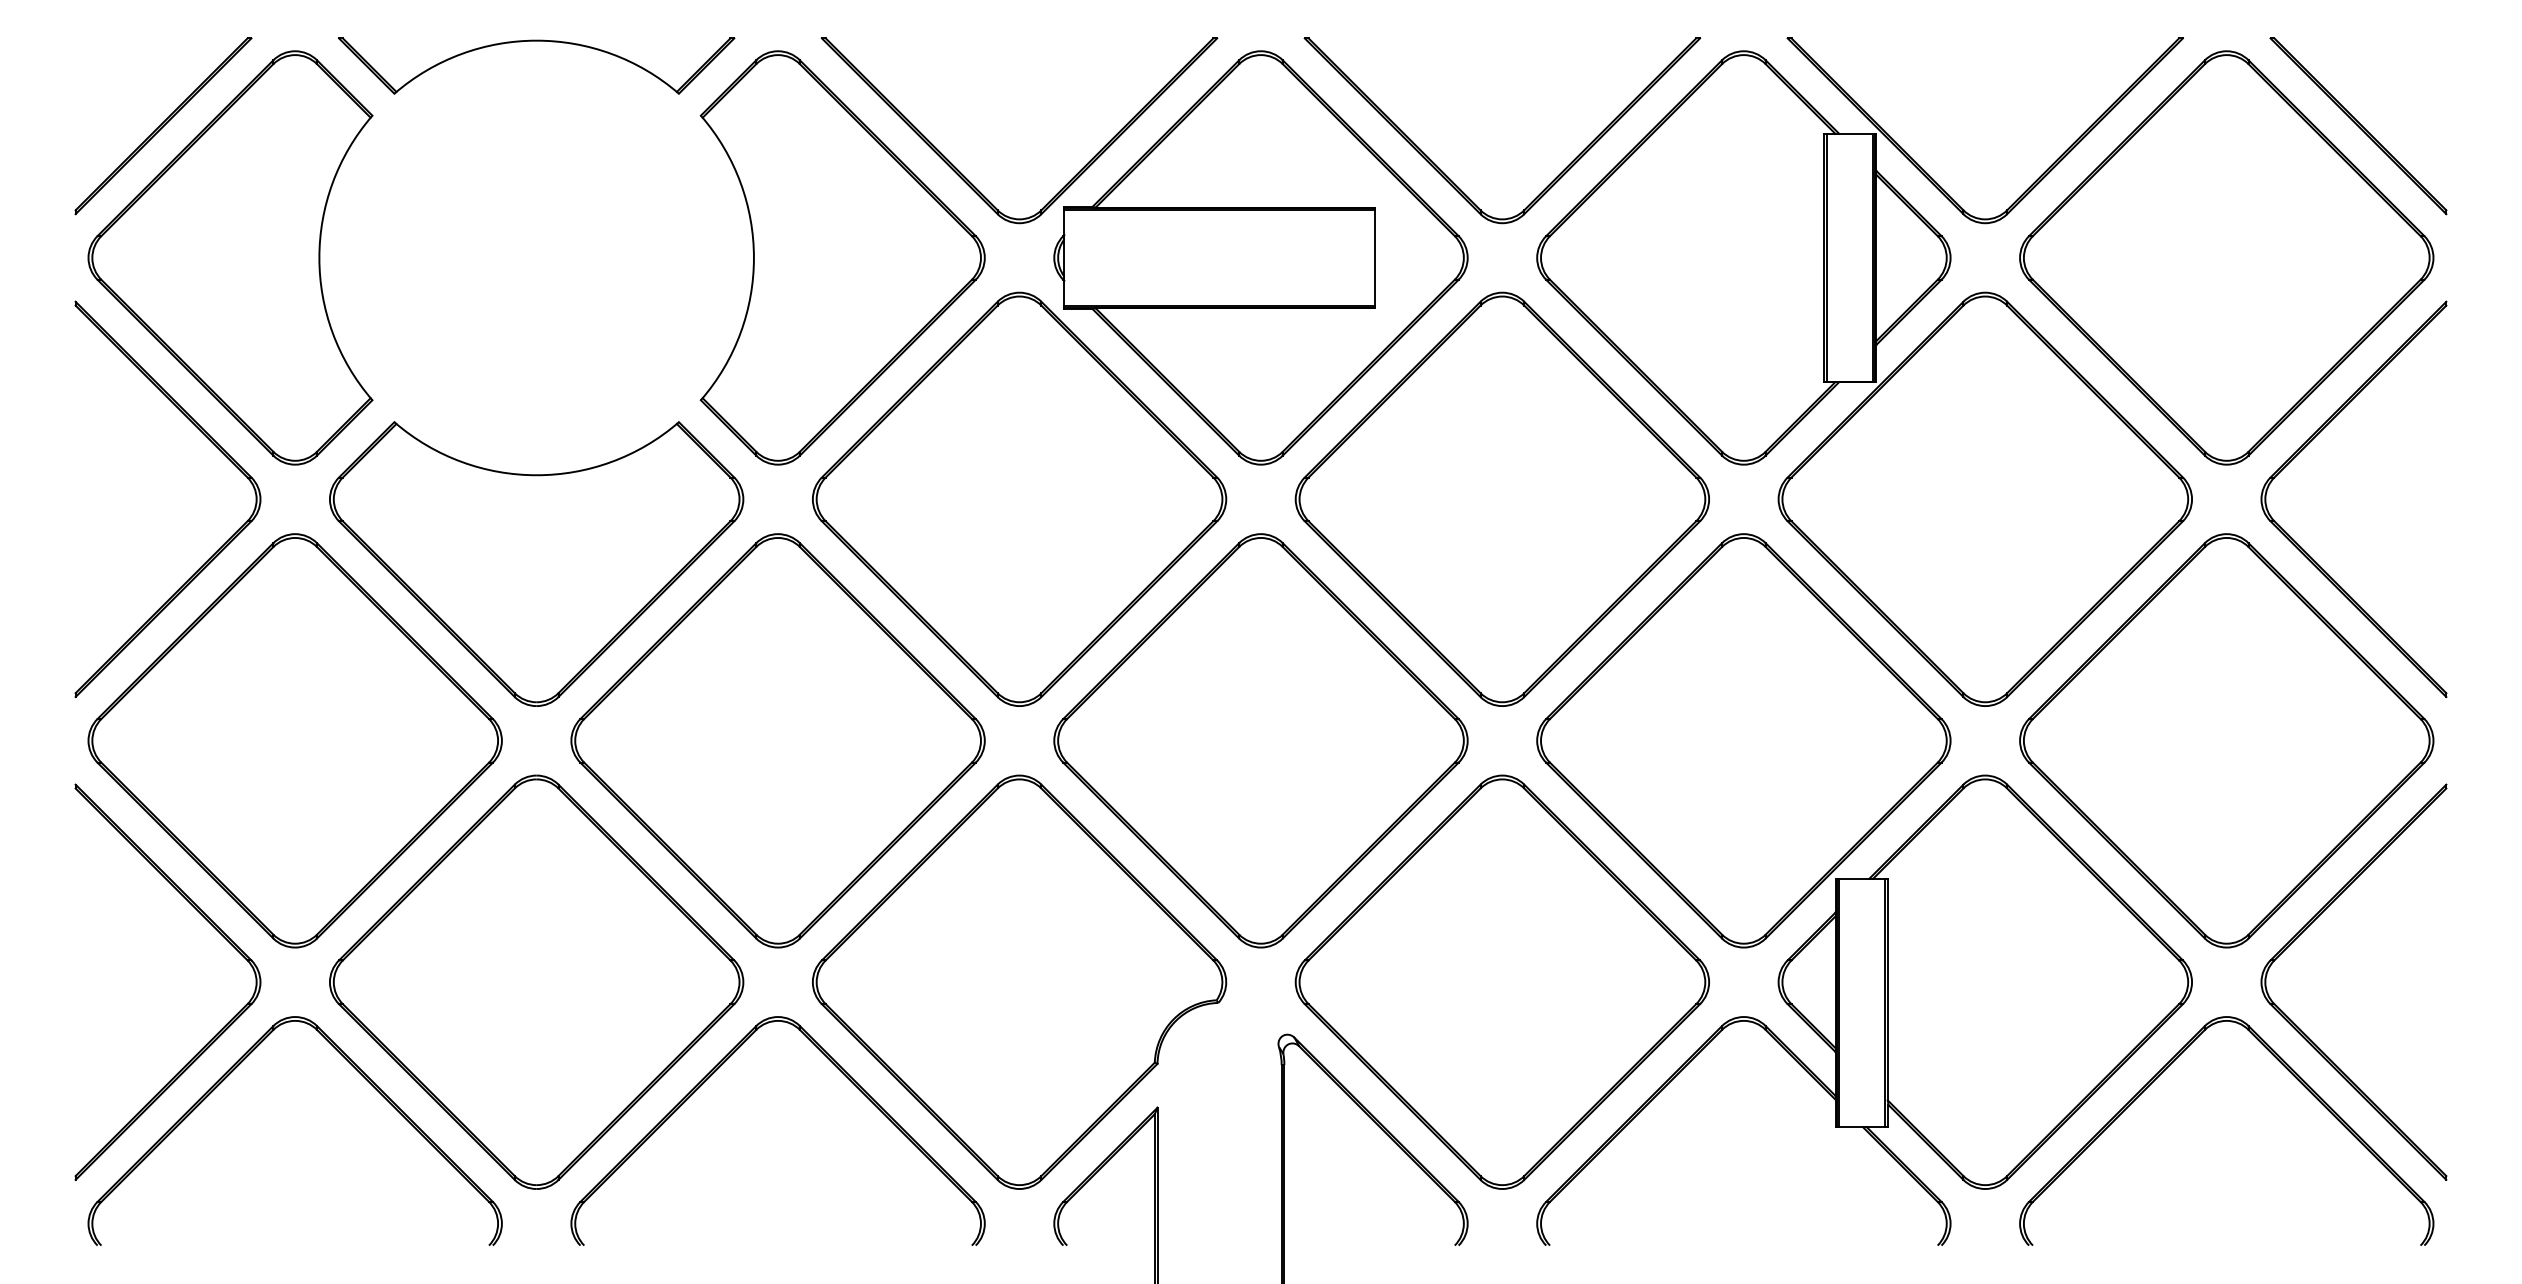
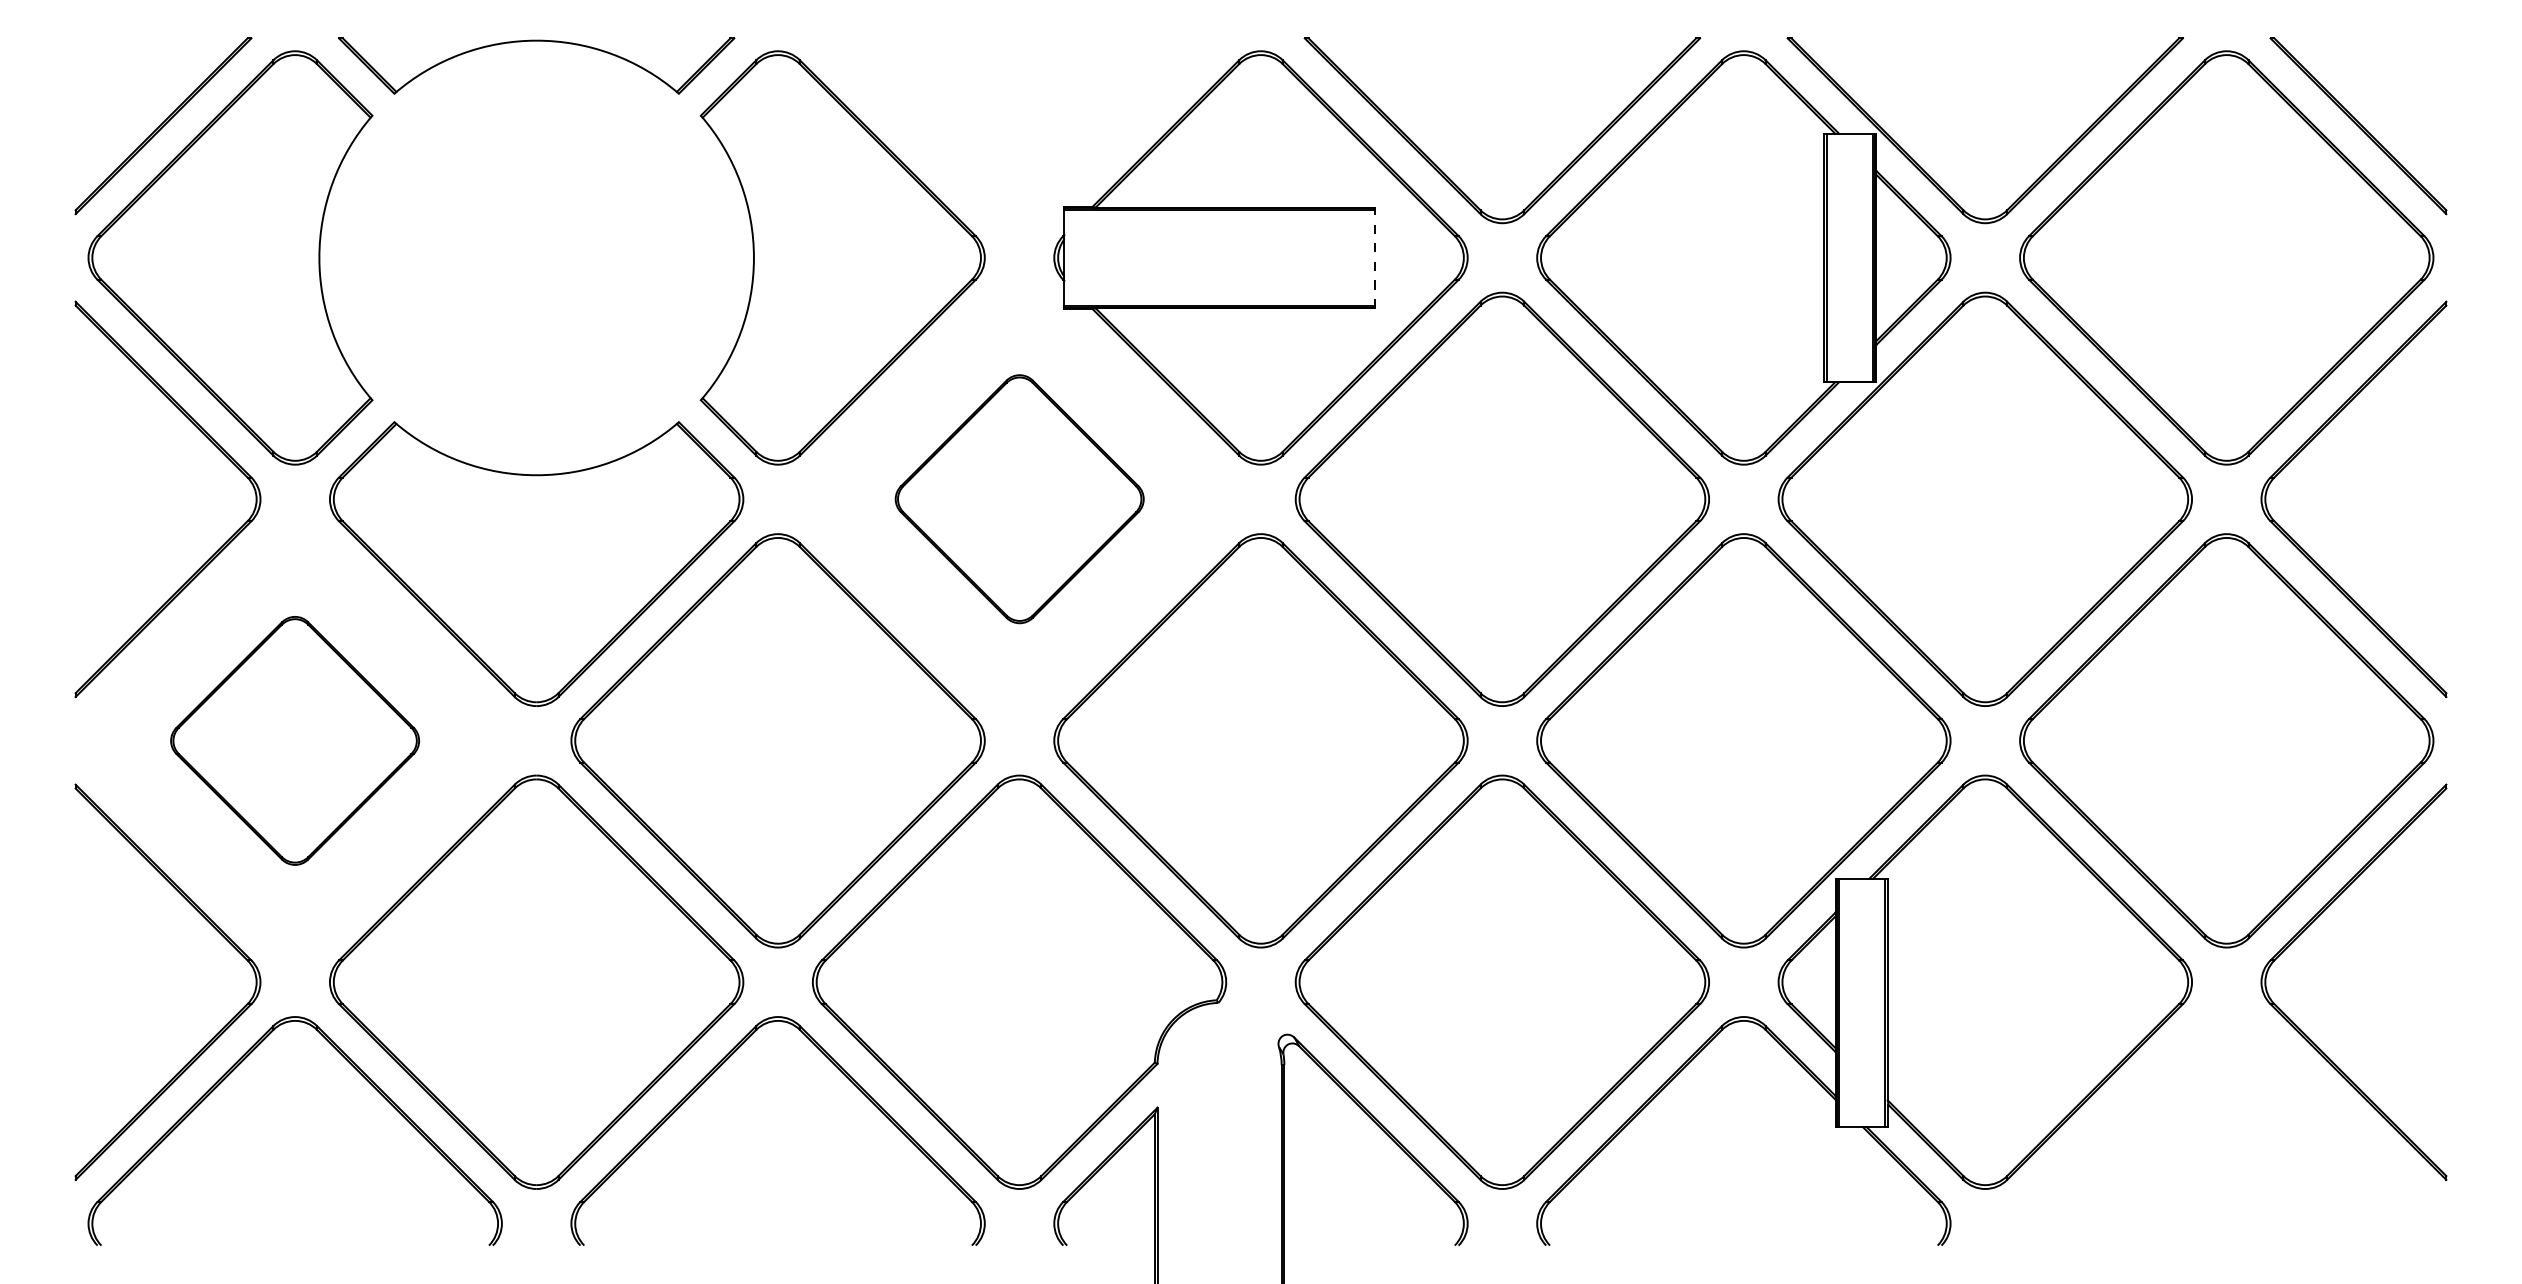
part at (969, 180): present -> none
line at (1374, 257): solid -> dashed
part at (1019, 498) size: 416x416 px -> 251x251 px
part at (294, 740) size: 416x416 px -> 250x250 px
part at (2166, 1069): present -> none
